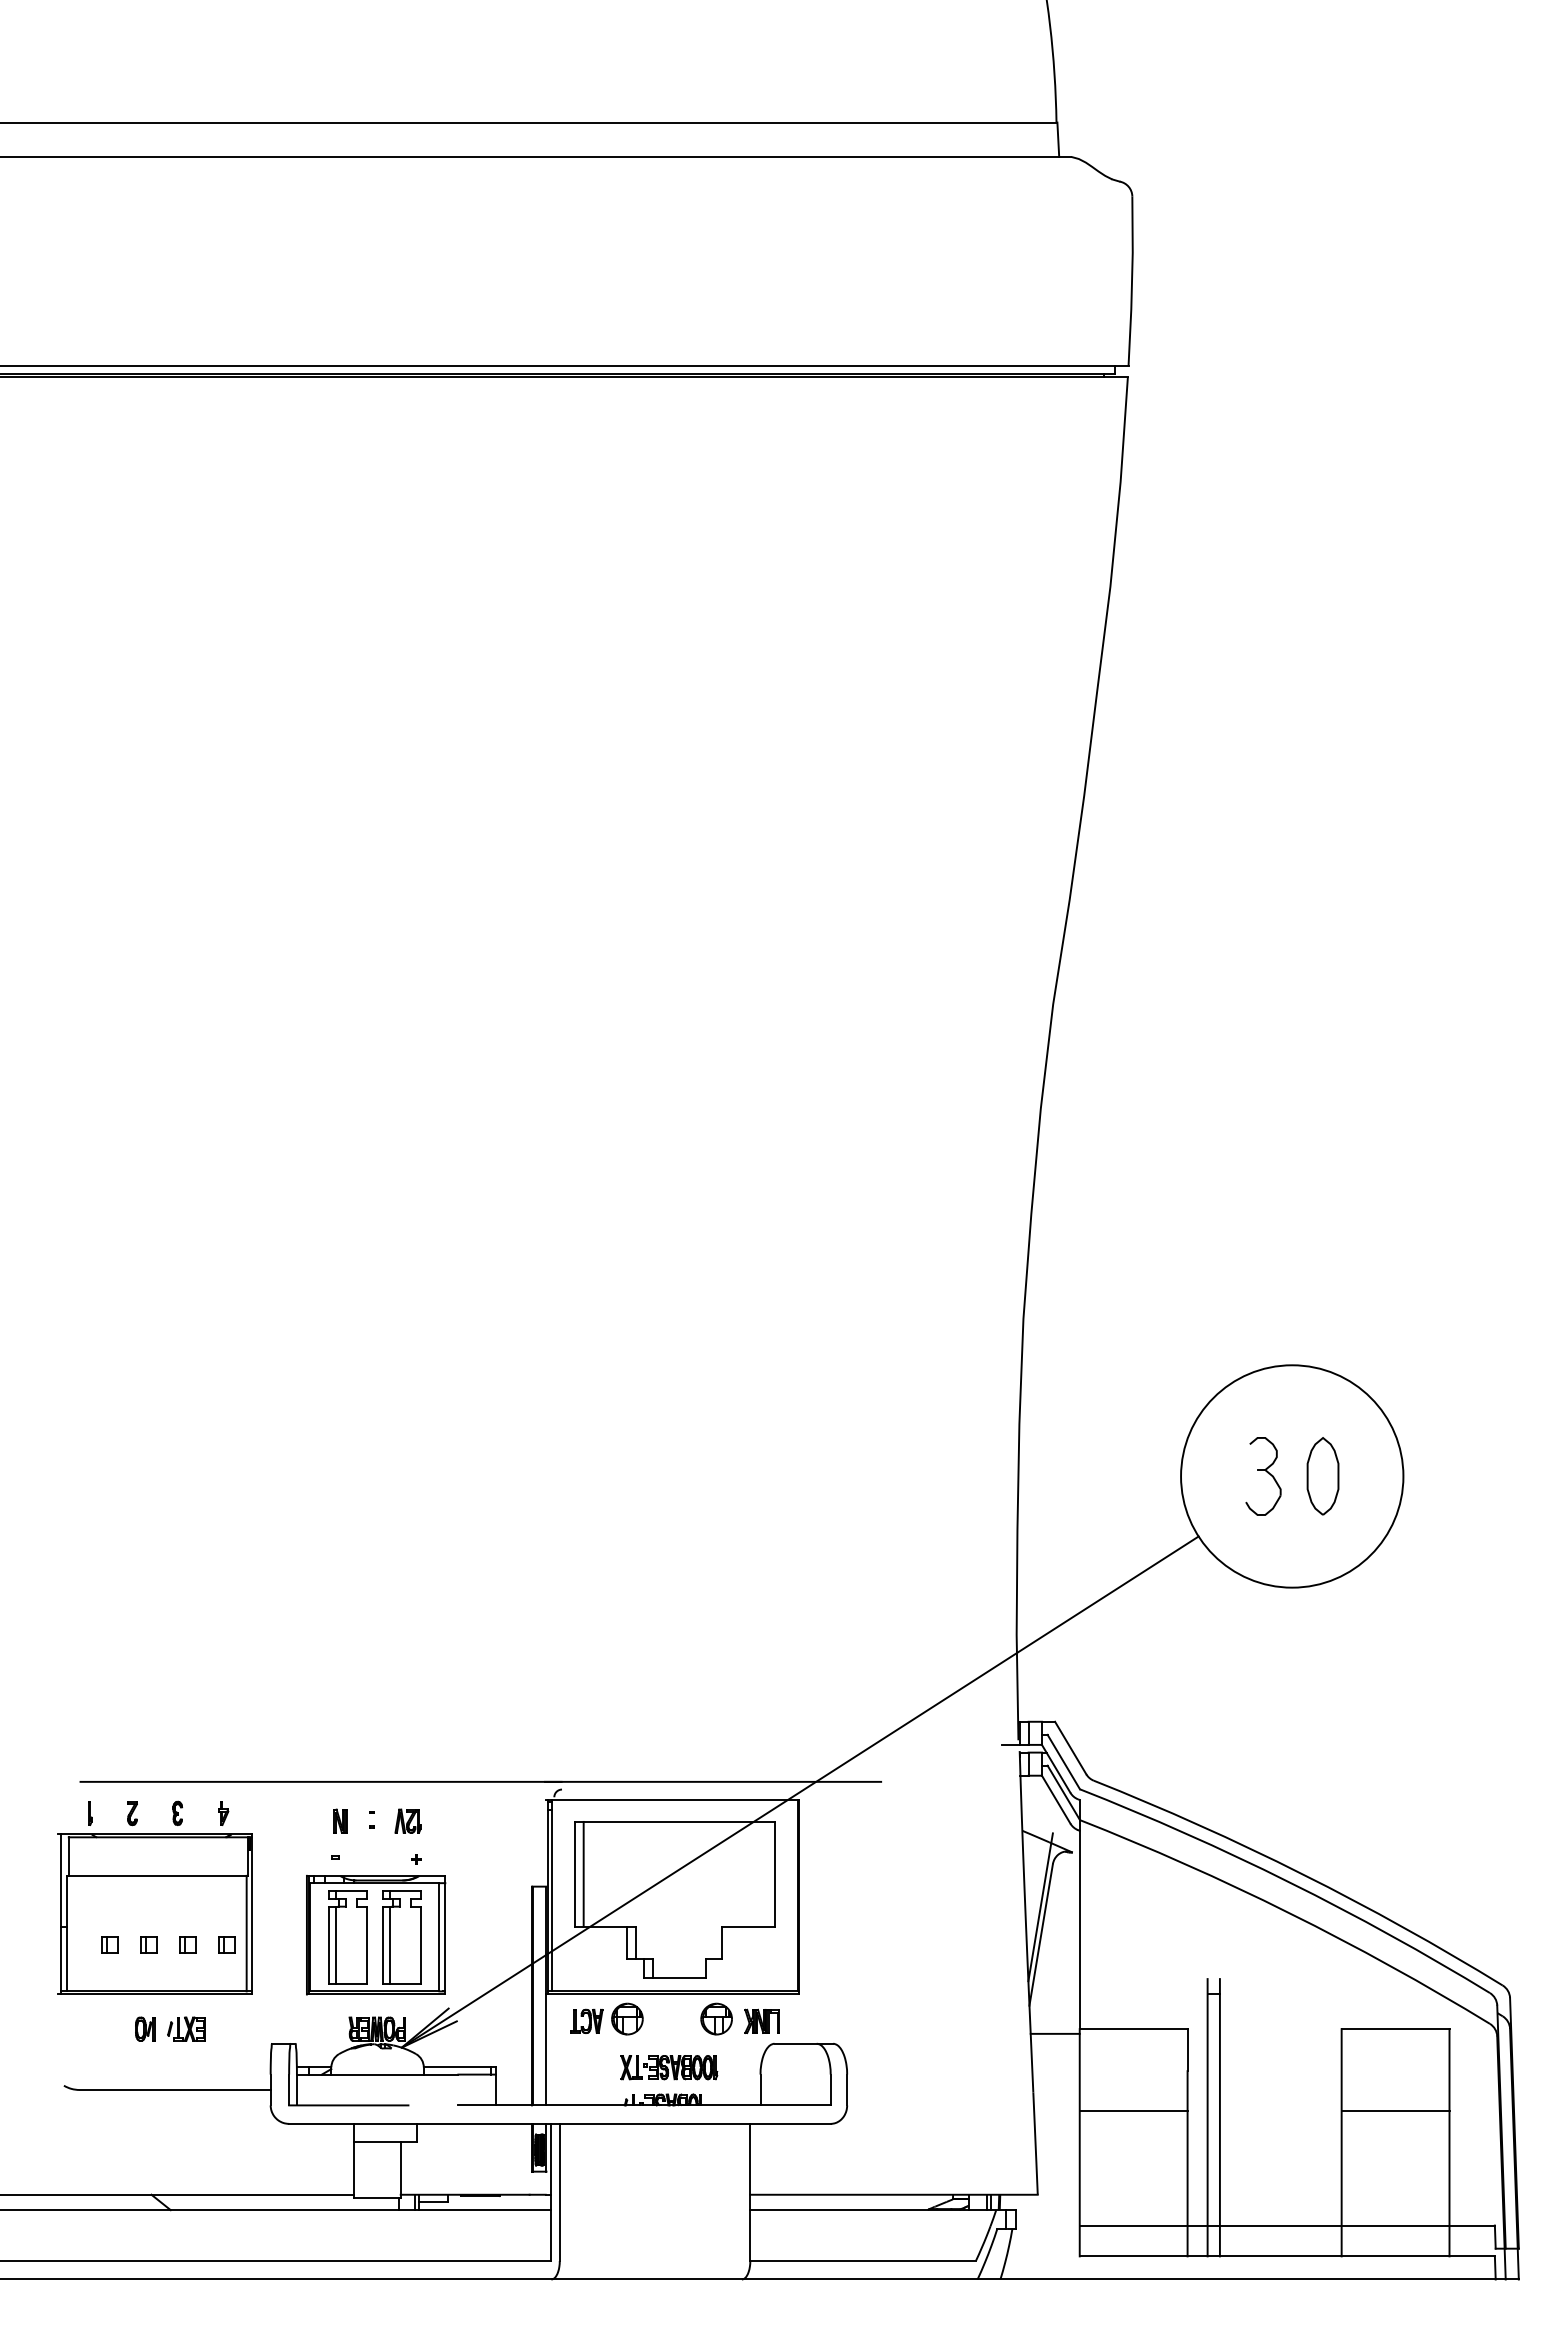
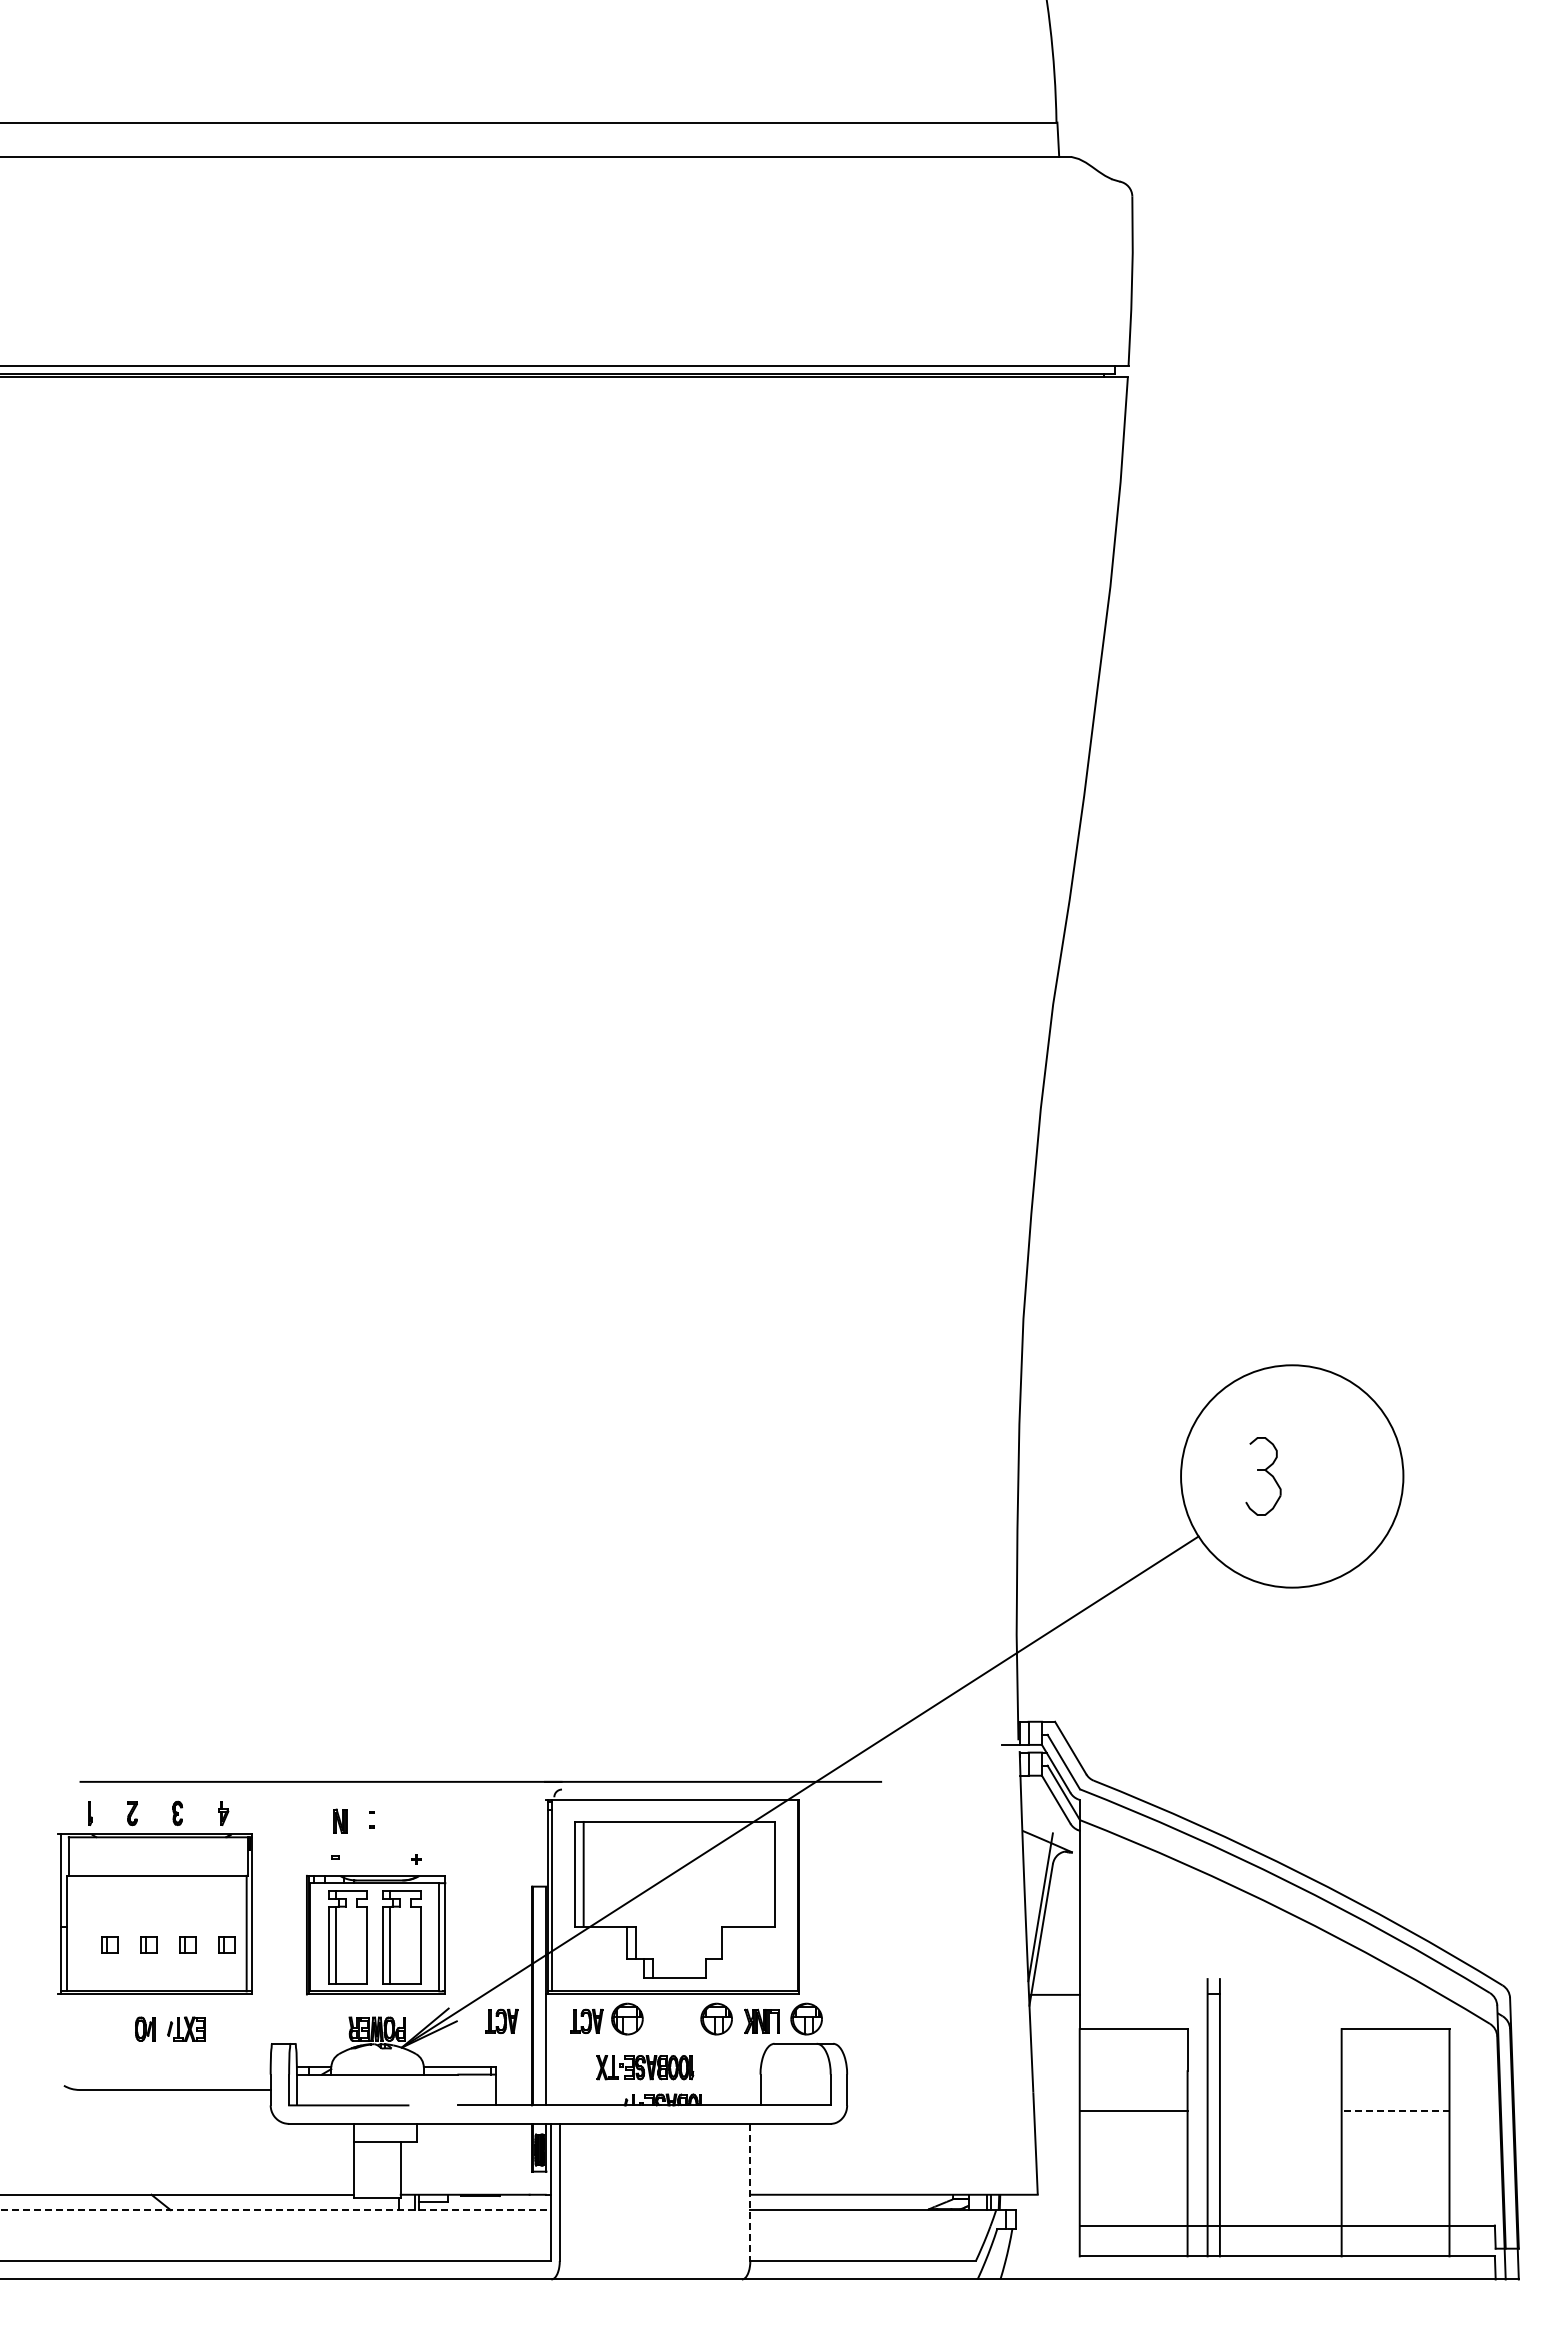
part at (1322, 1476): present -> none
part at (407, 1820): present -> none
part at (806, 2018): none -> present
part at (501, 2020): none -> present
line at (1054, 2033) position: (1054, 2033) -> (1054, 1994)
part at (669, 2067) position: (669, 2067) -> (645, 2067)
line at (1395, 2111): solid -> dashed
line at (750, 2192): solid -> dashed
line at (276, 2210): solid -> dashed
